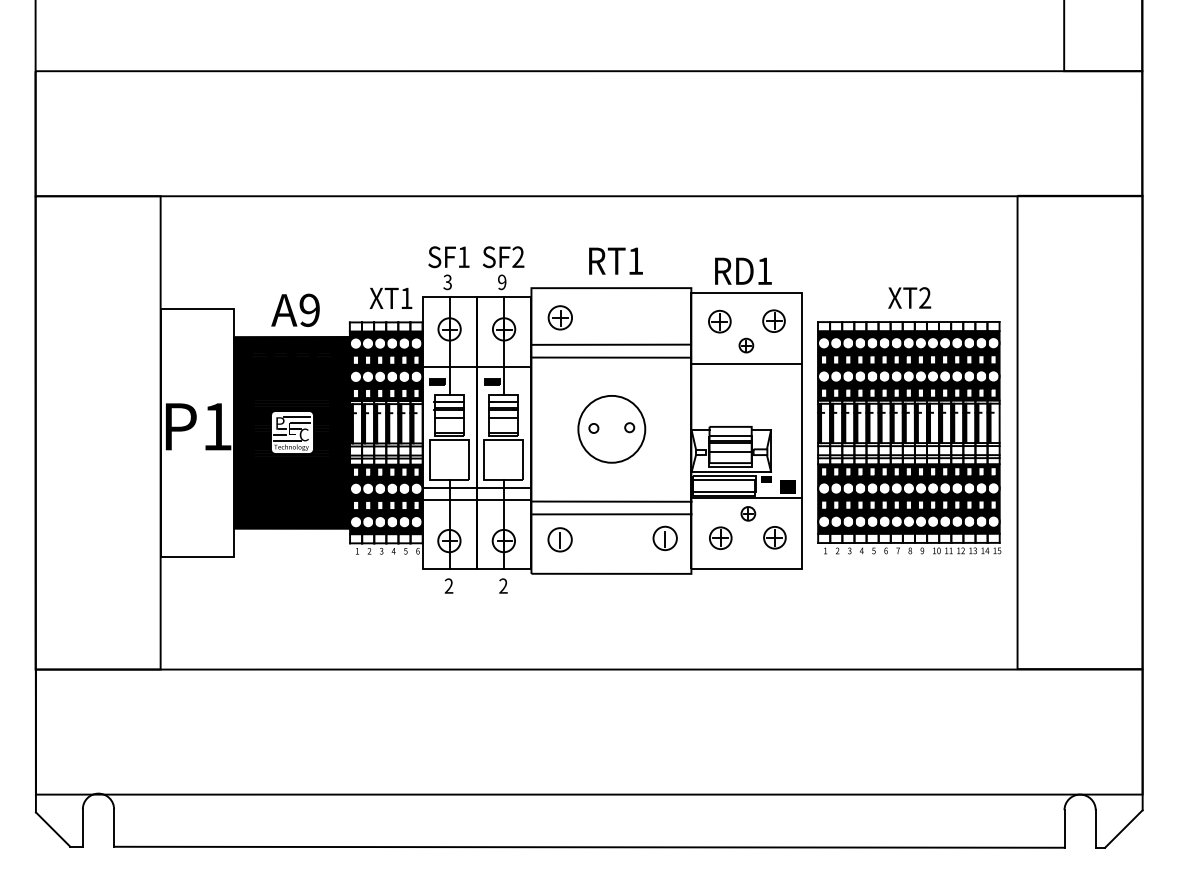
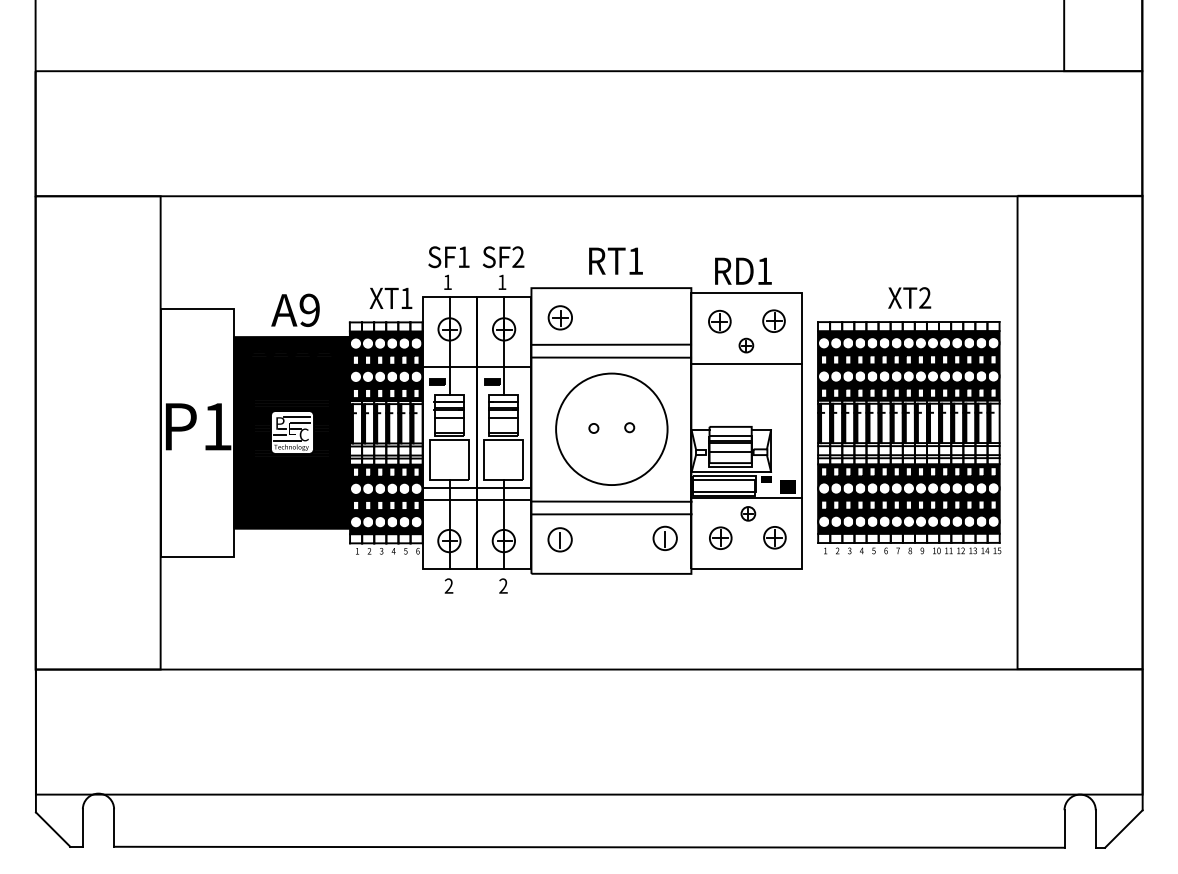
text at (447, 282): 3 -> 1
text at (502, 282): 9 -> 1
circle at (611, 428) diameter: 67 px -> 111 px
